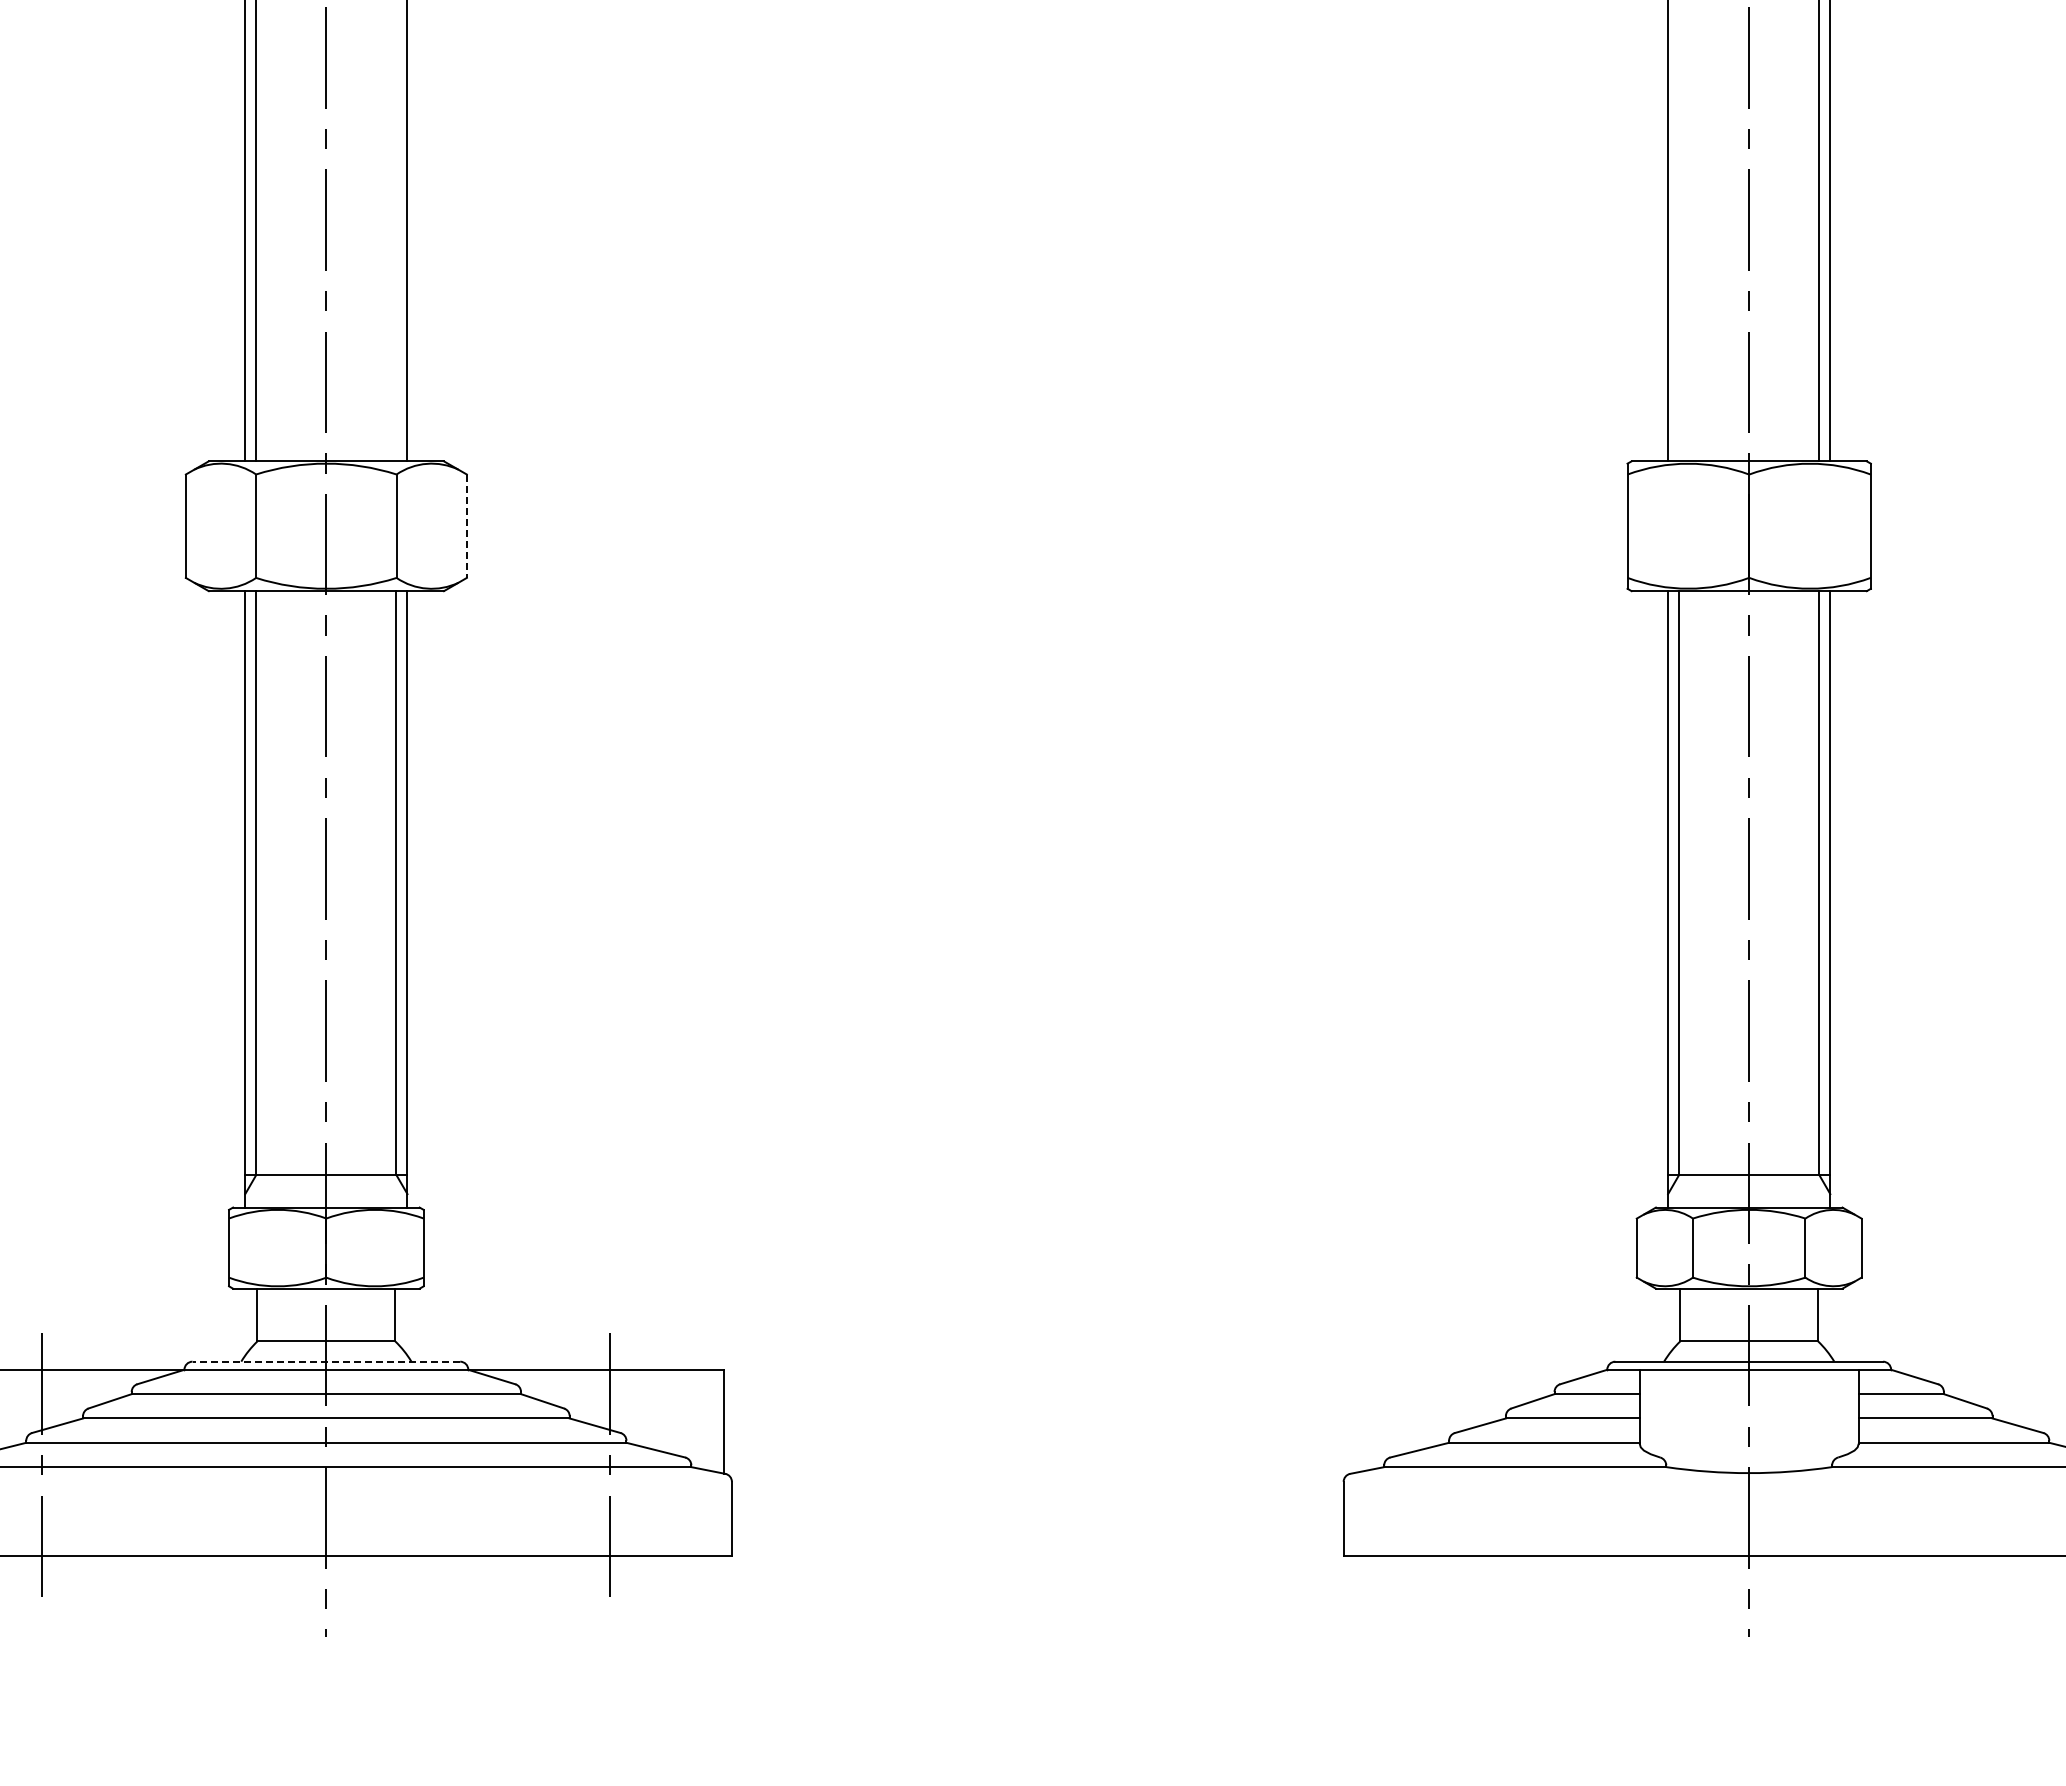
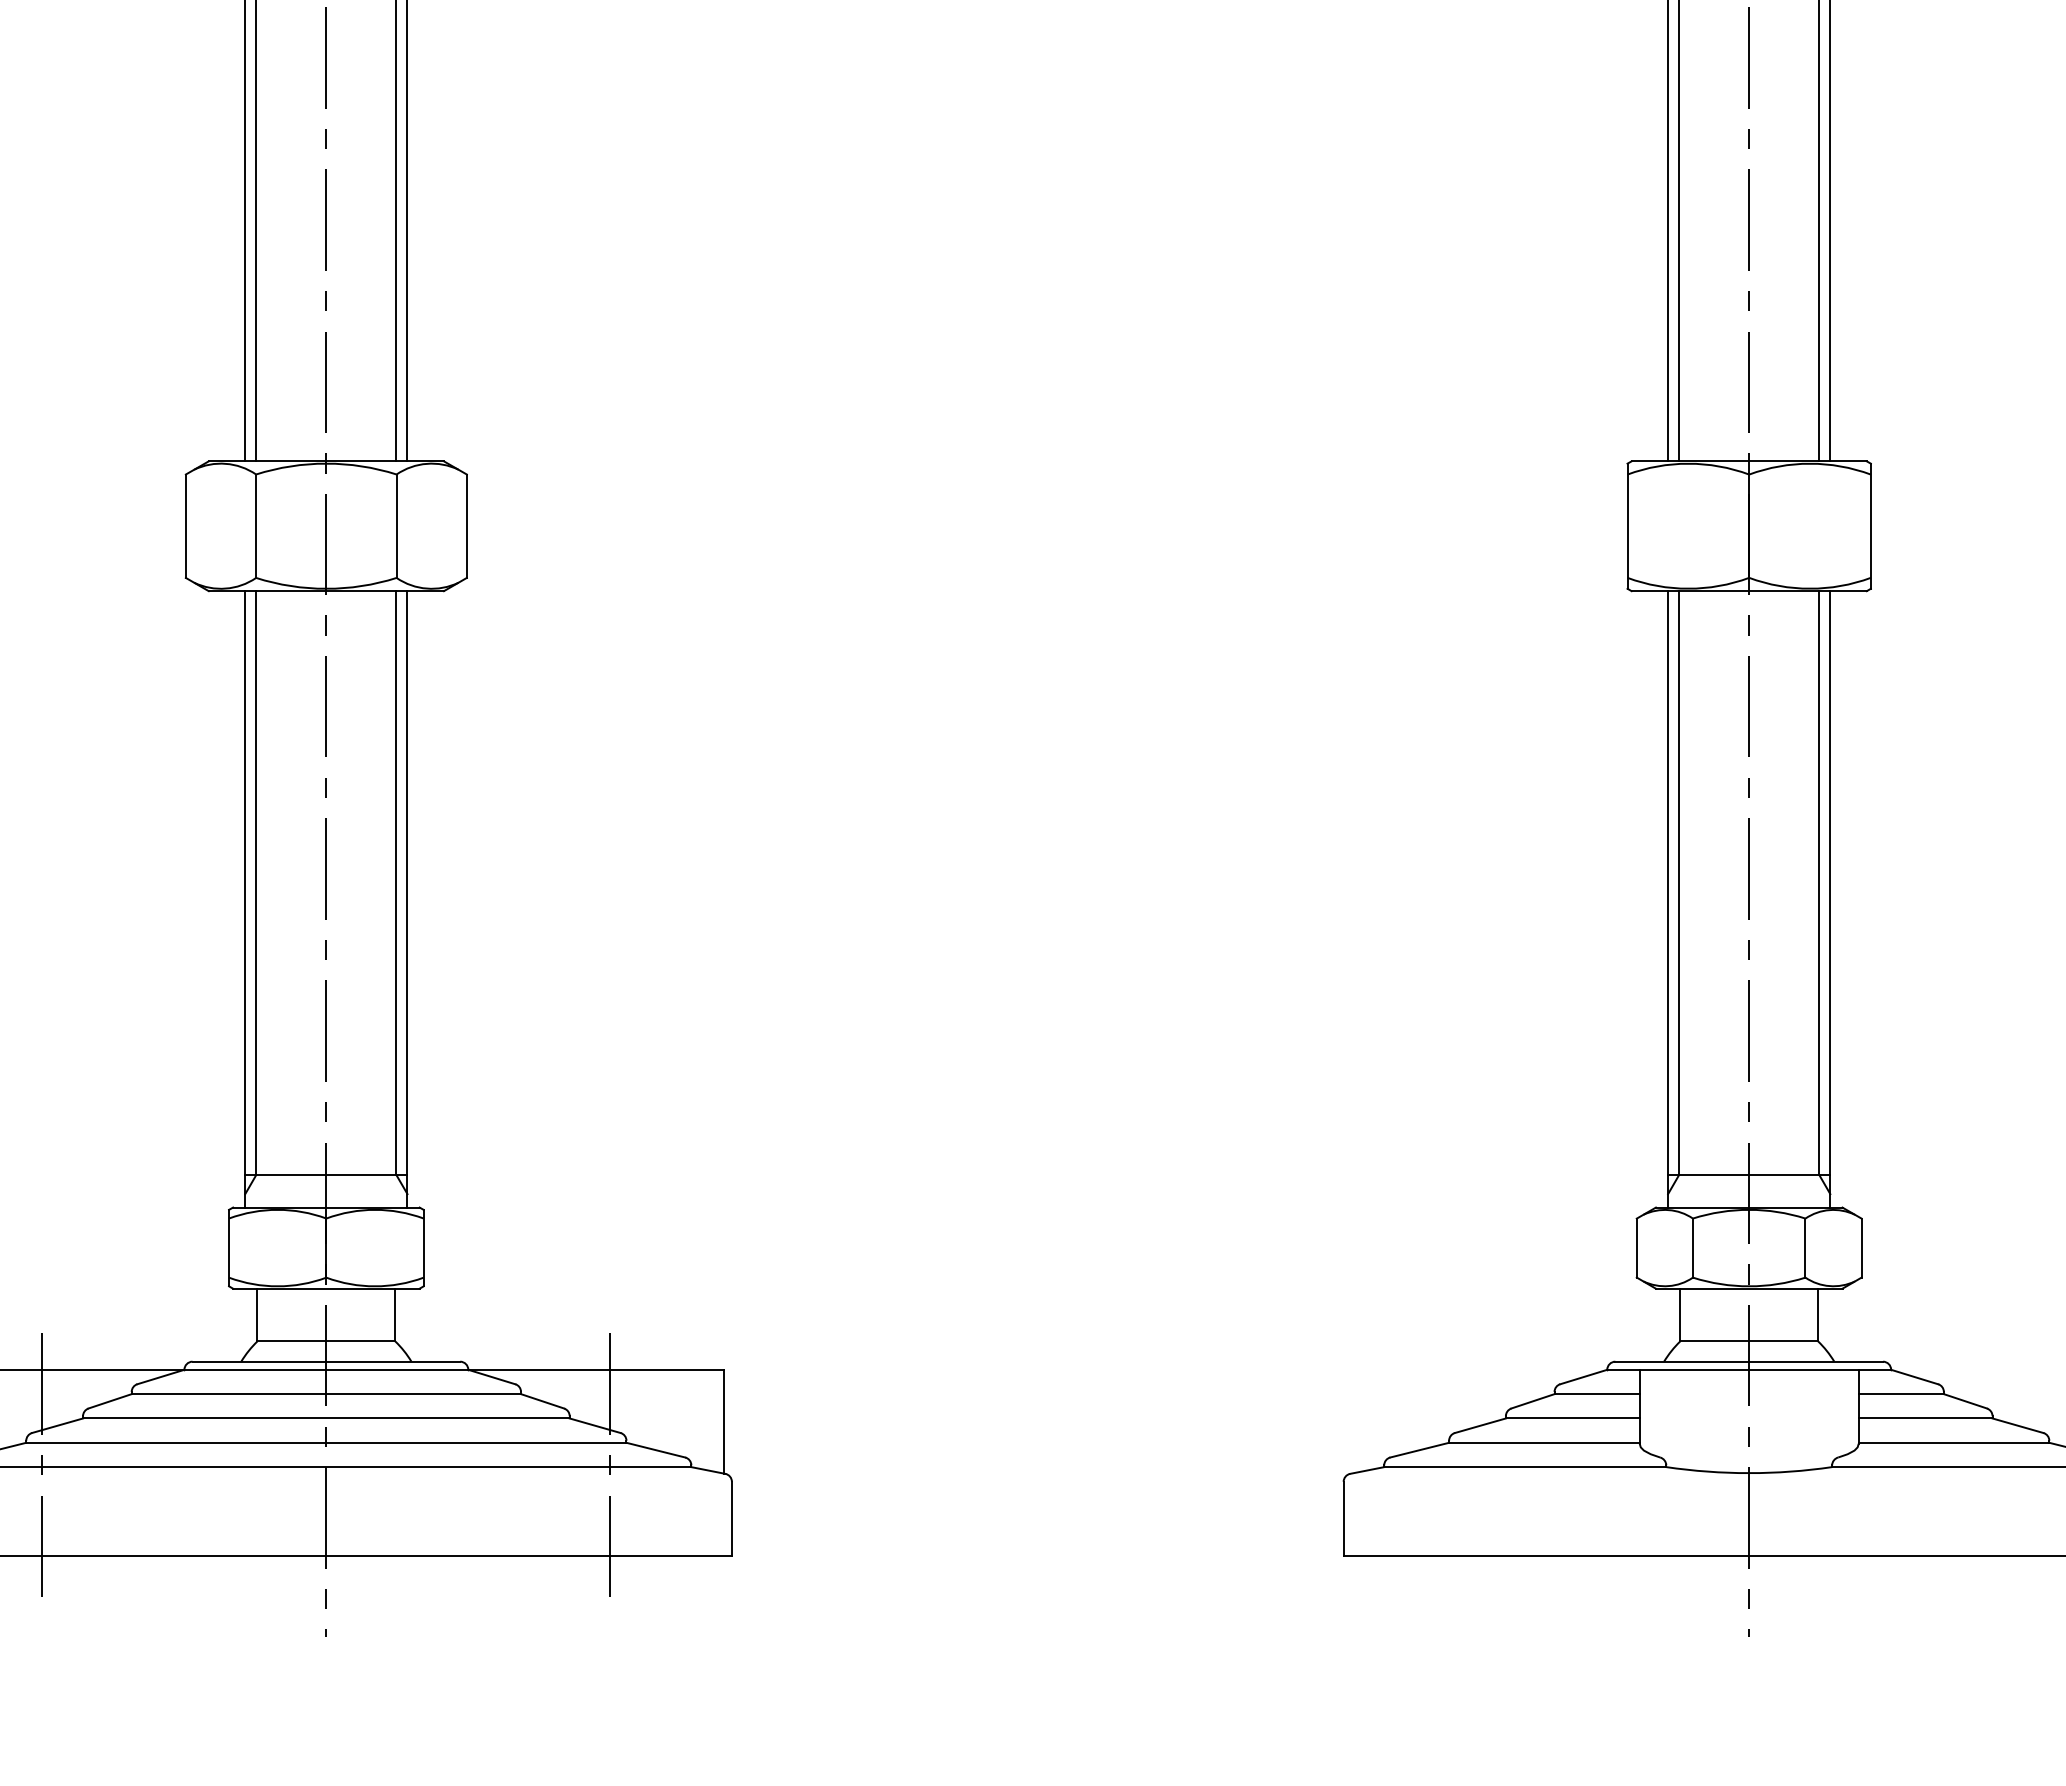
line at (396, 231): none -> present
line at (1679, 231): none -> present
line at (466, 526): dashed -> solid
line at (326, 1361): dashed -> solid
